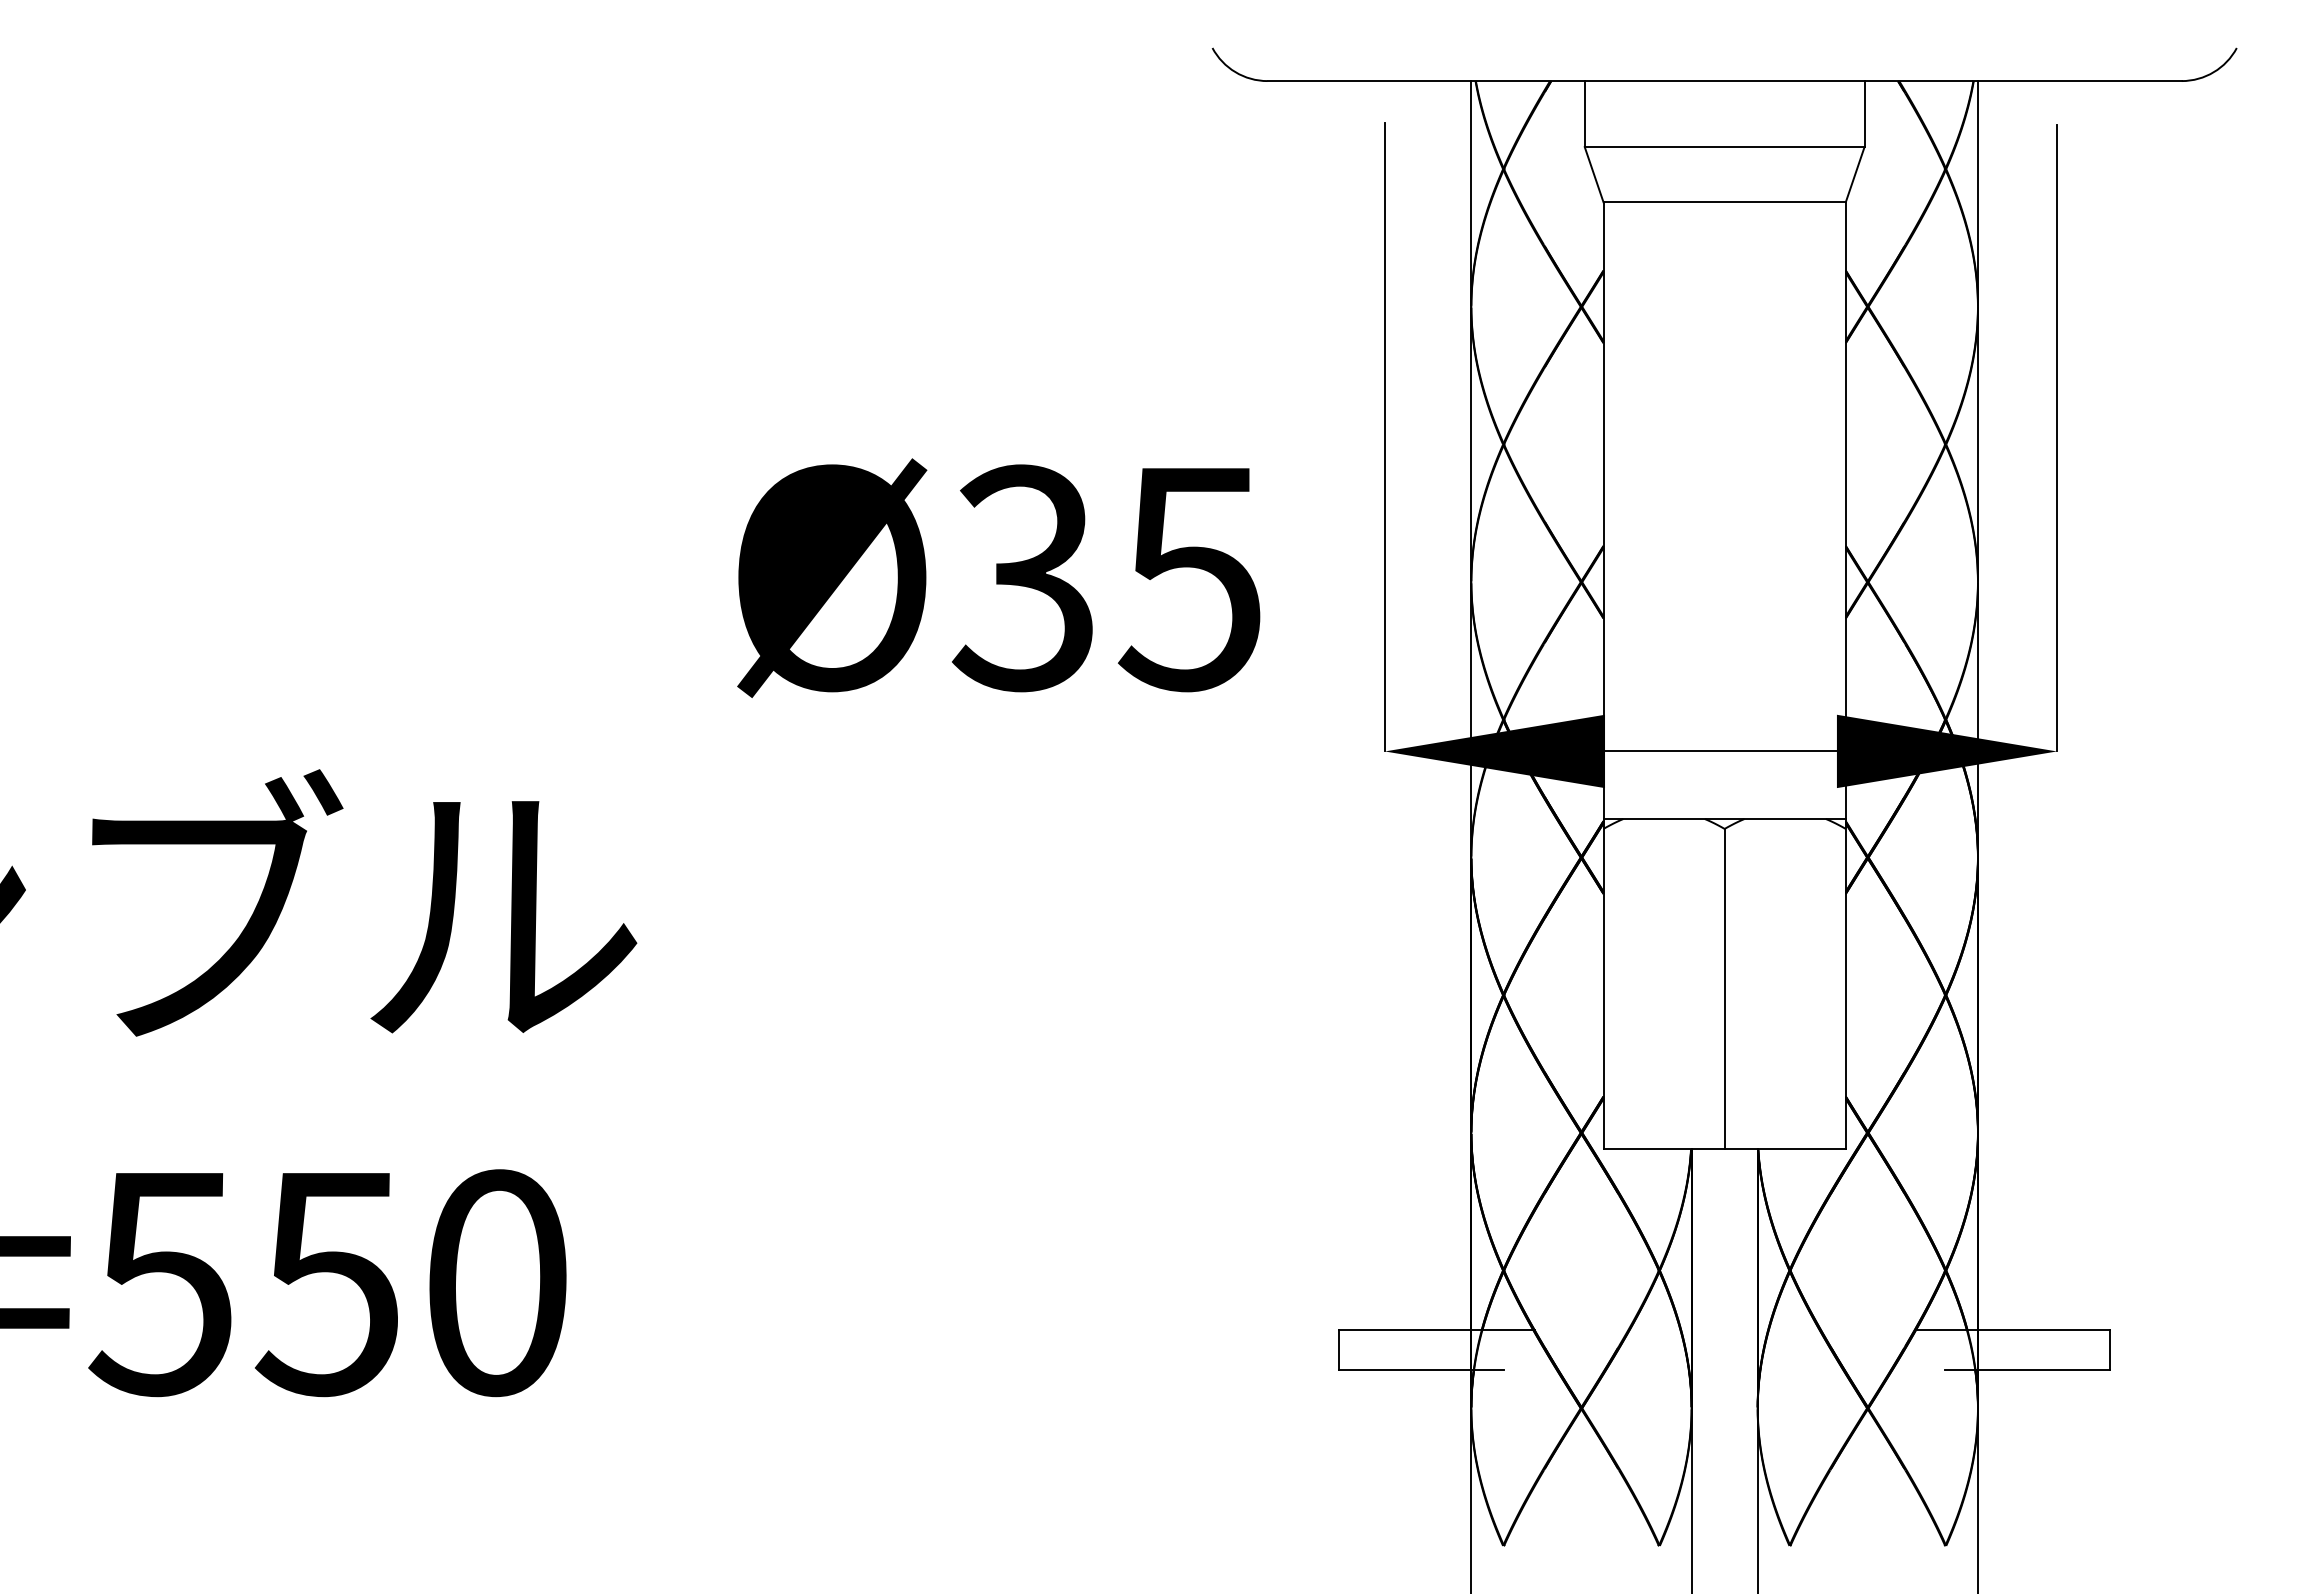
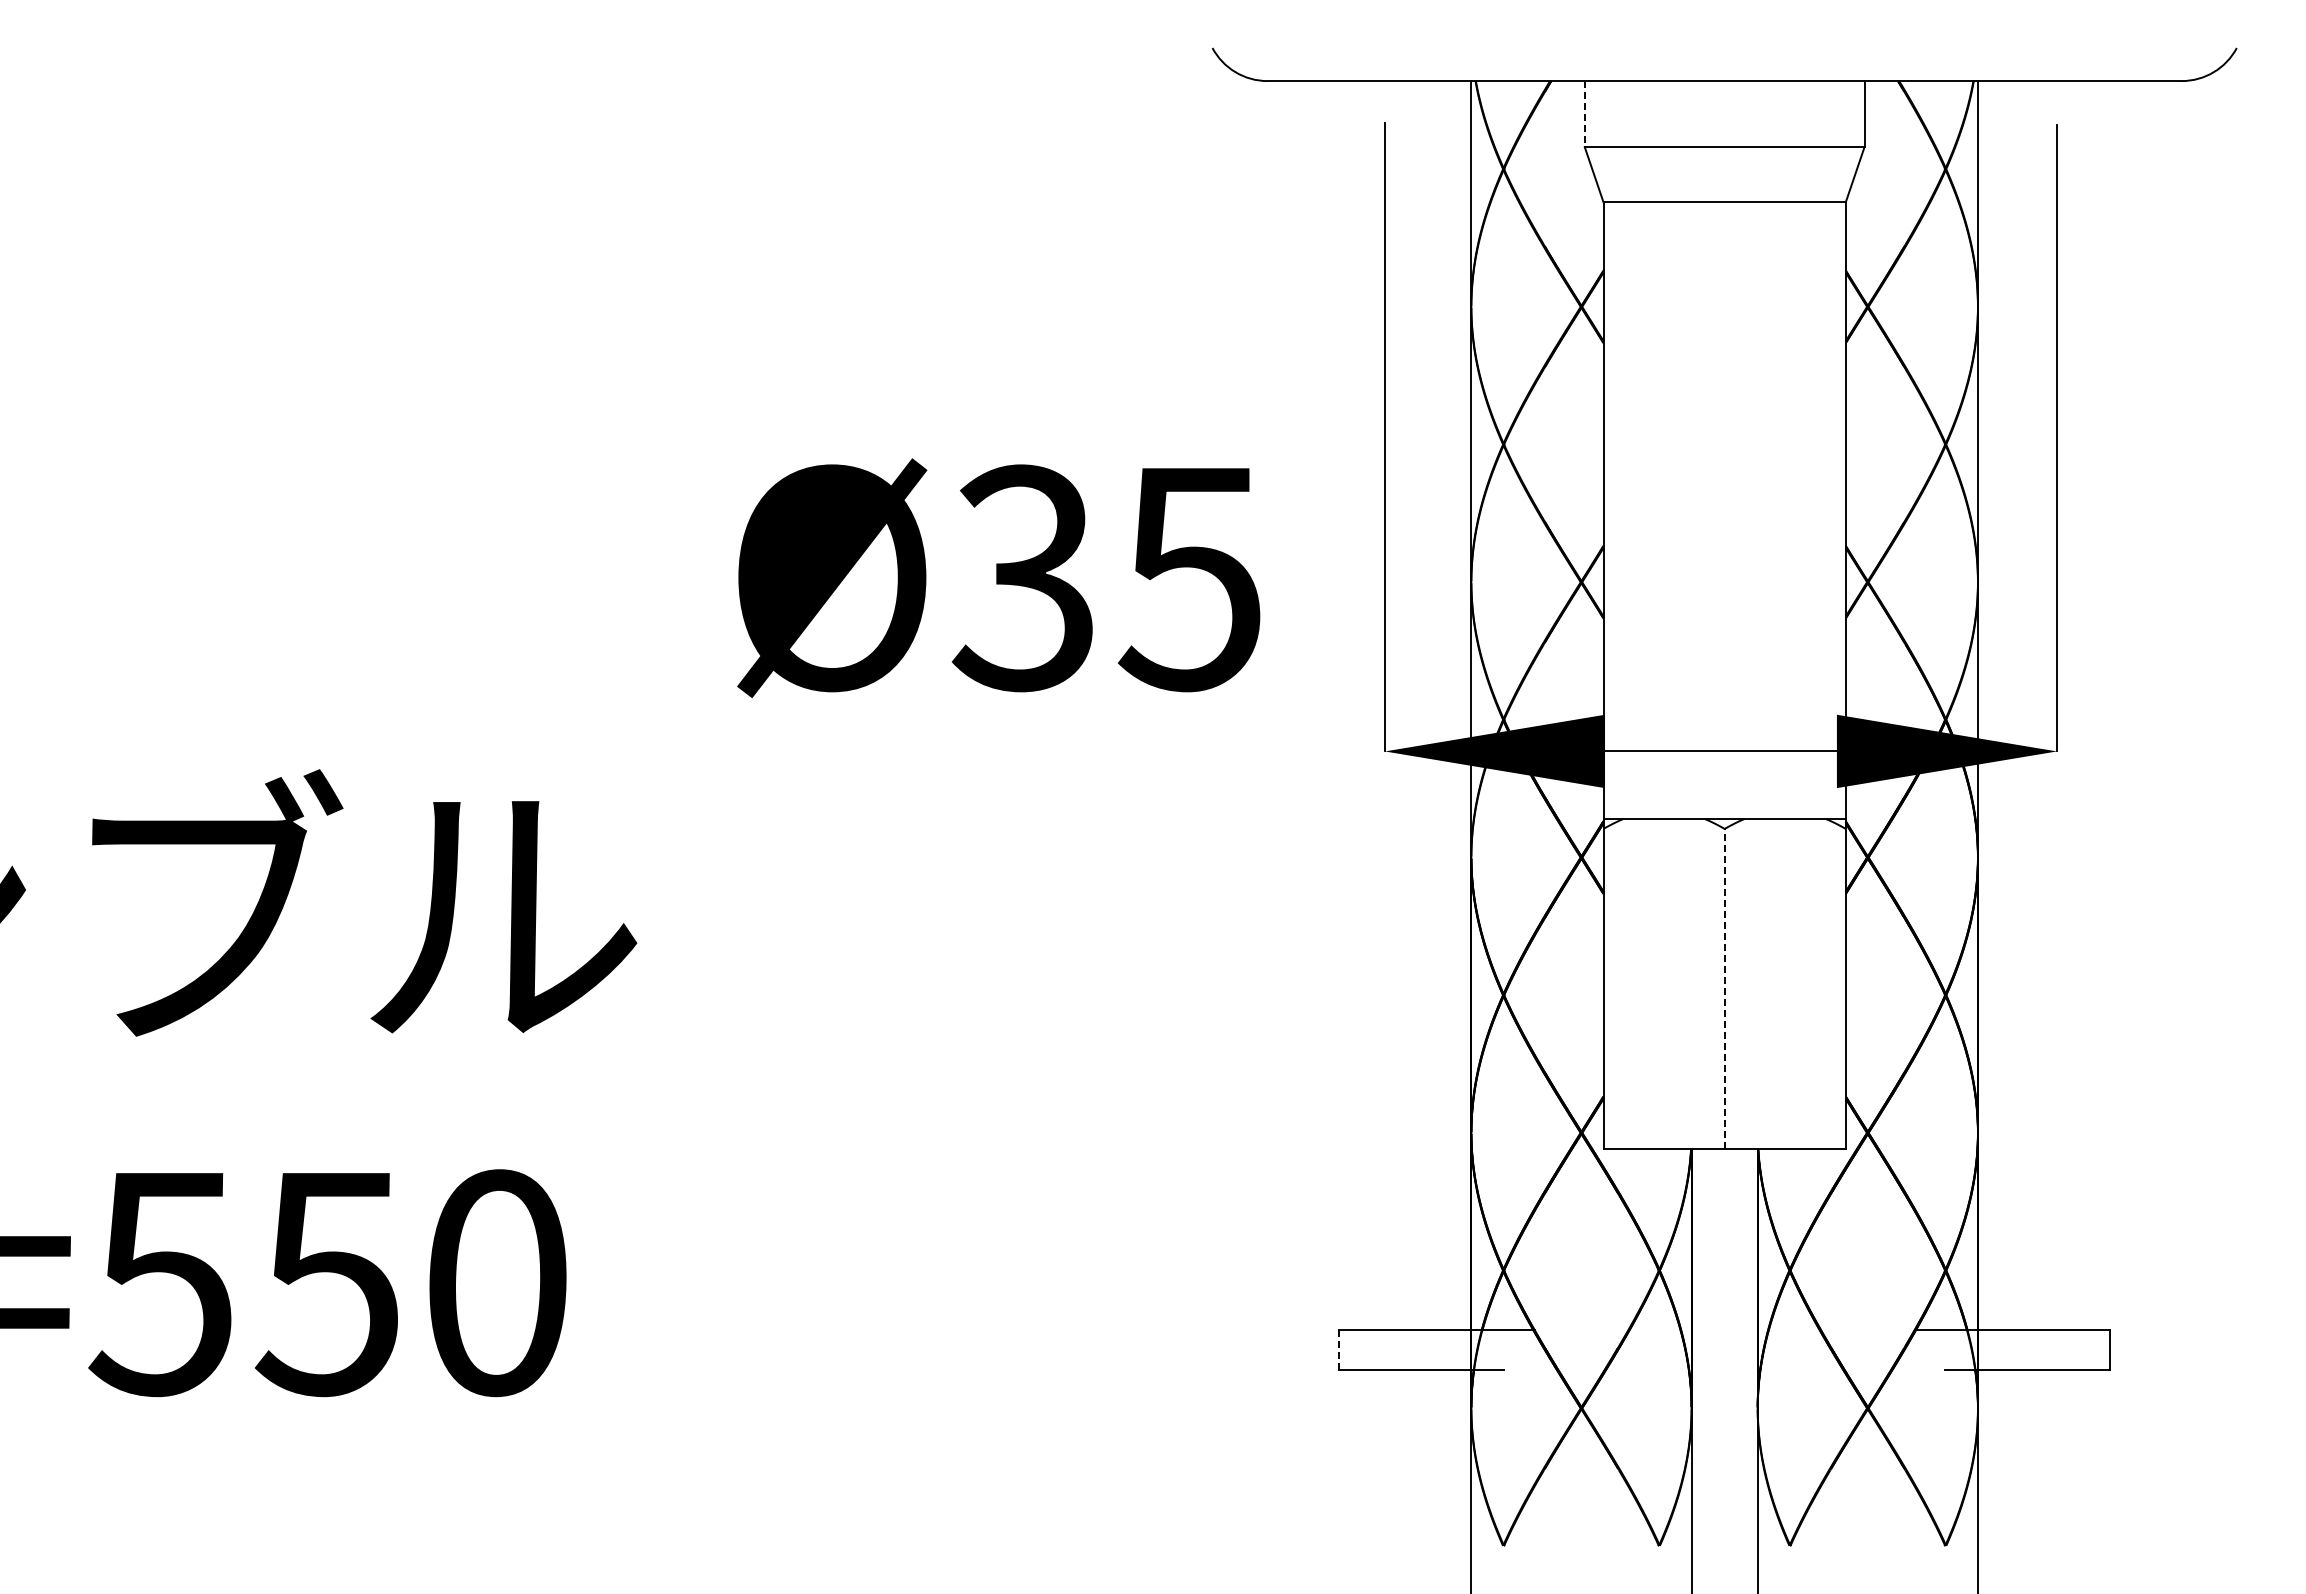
line at (1584, 114): solid -> dashed
line at (1724, 988): solid -> dashed
line at (1339, 1349): solid -> dashed
